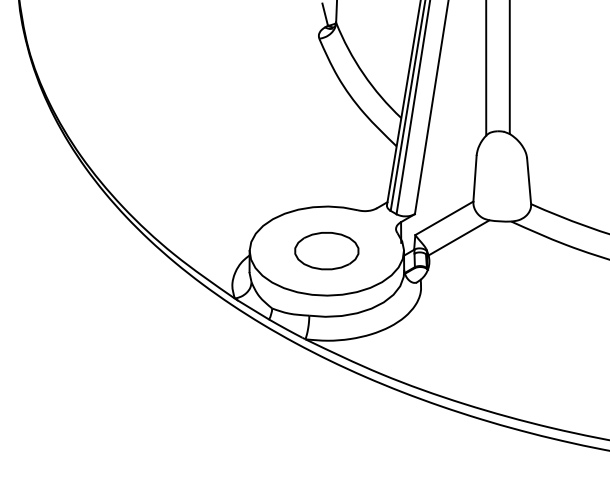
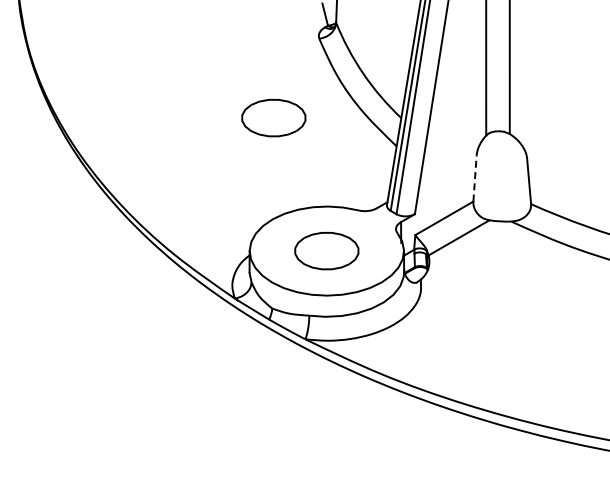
part at (273, 118): none -> present
line at (475, 178): solid -> dashed
